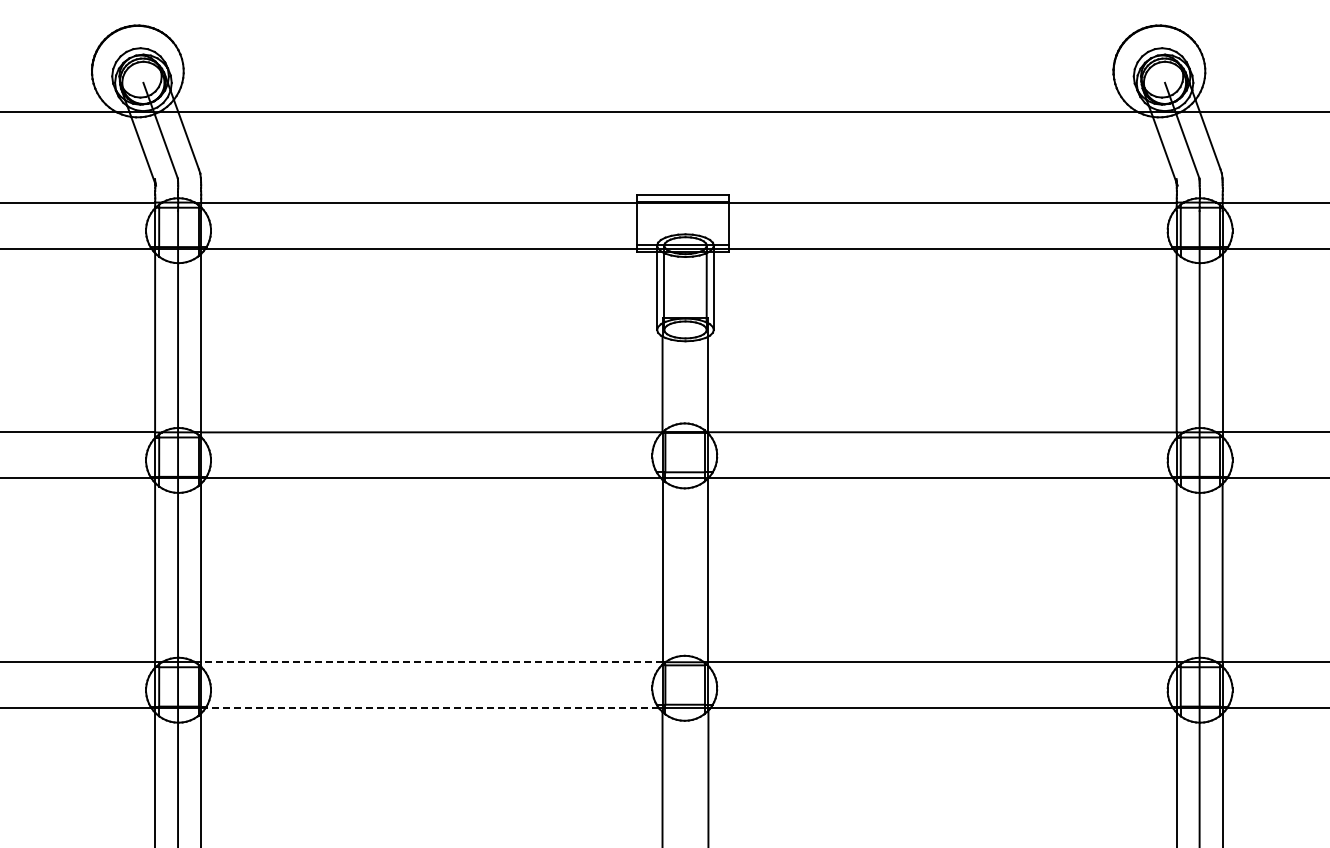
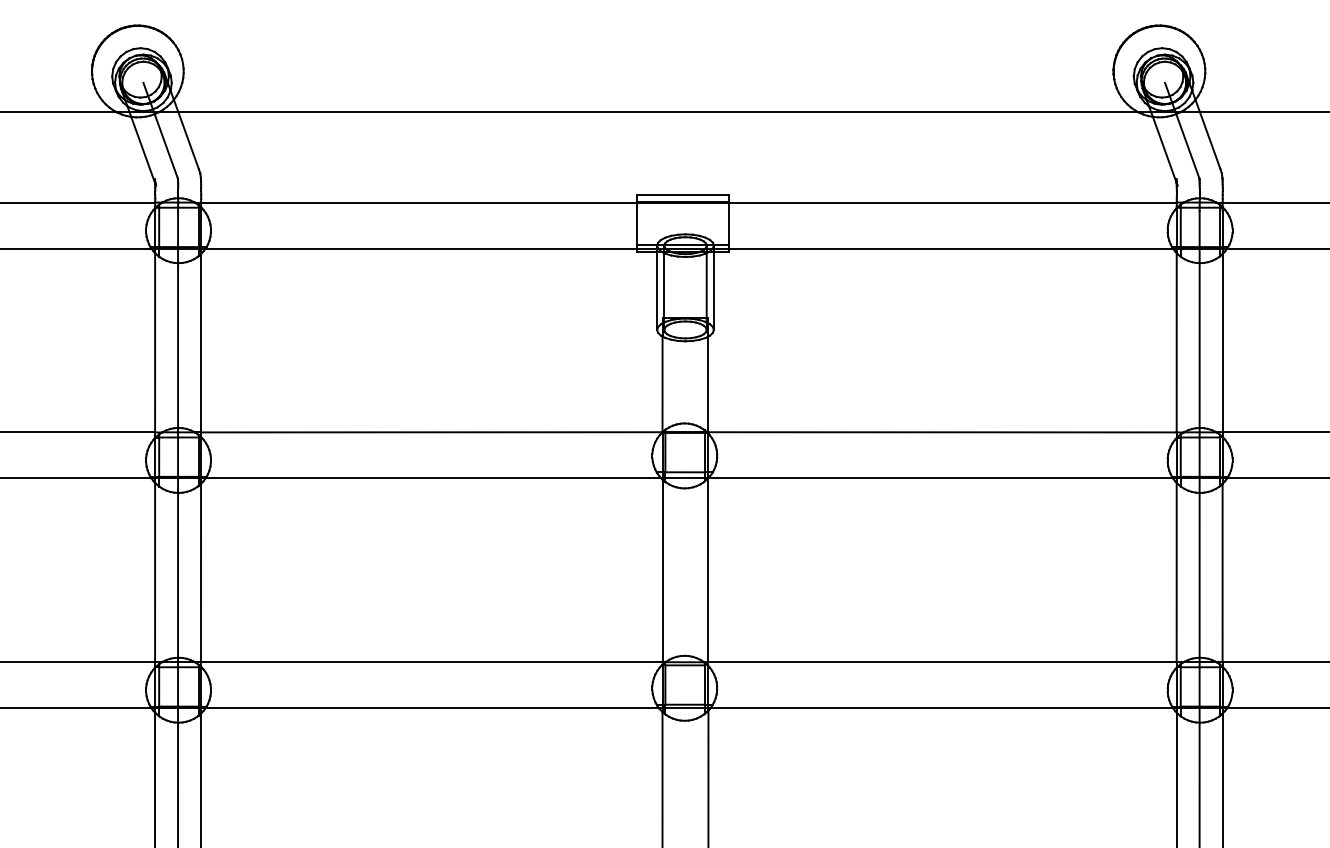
line at (431, 662): dashed -> solid
line at (432, 708): dashed -> solid
